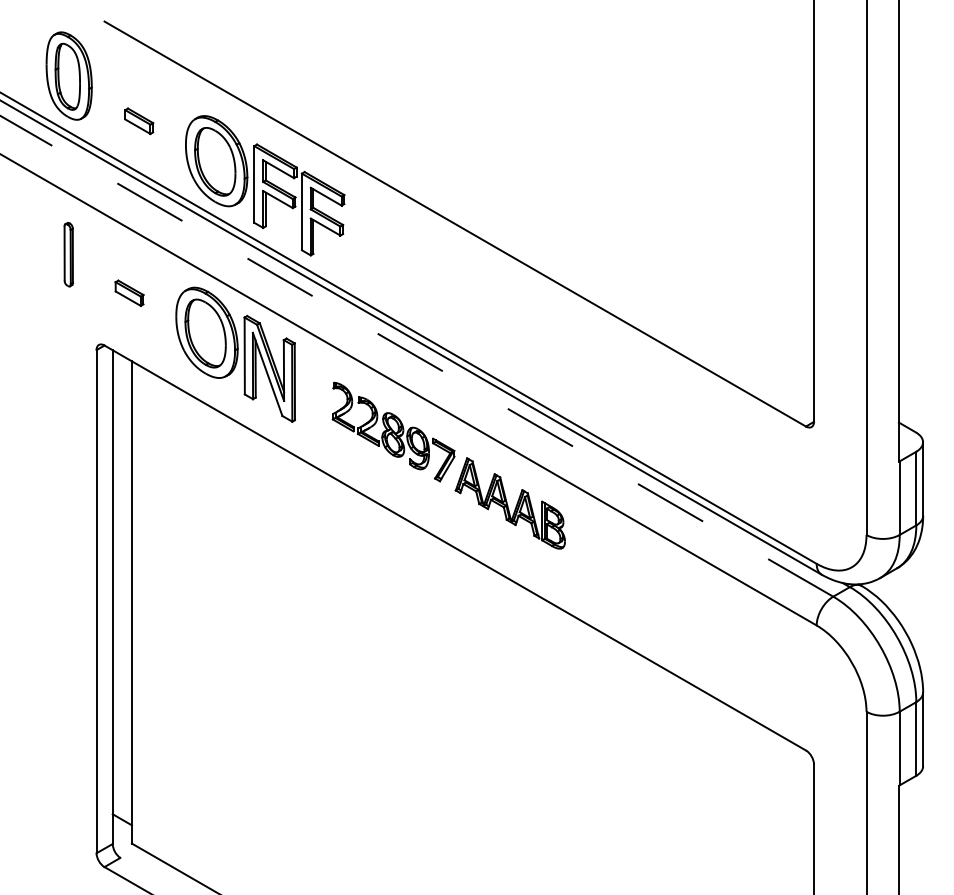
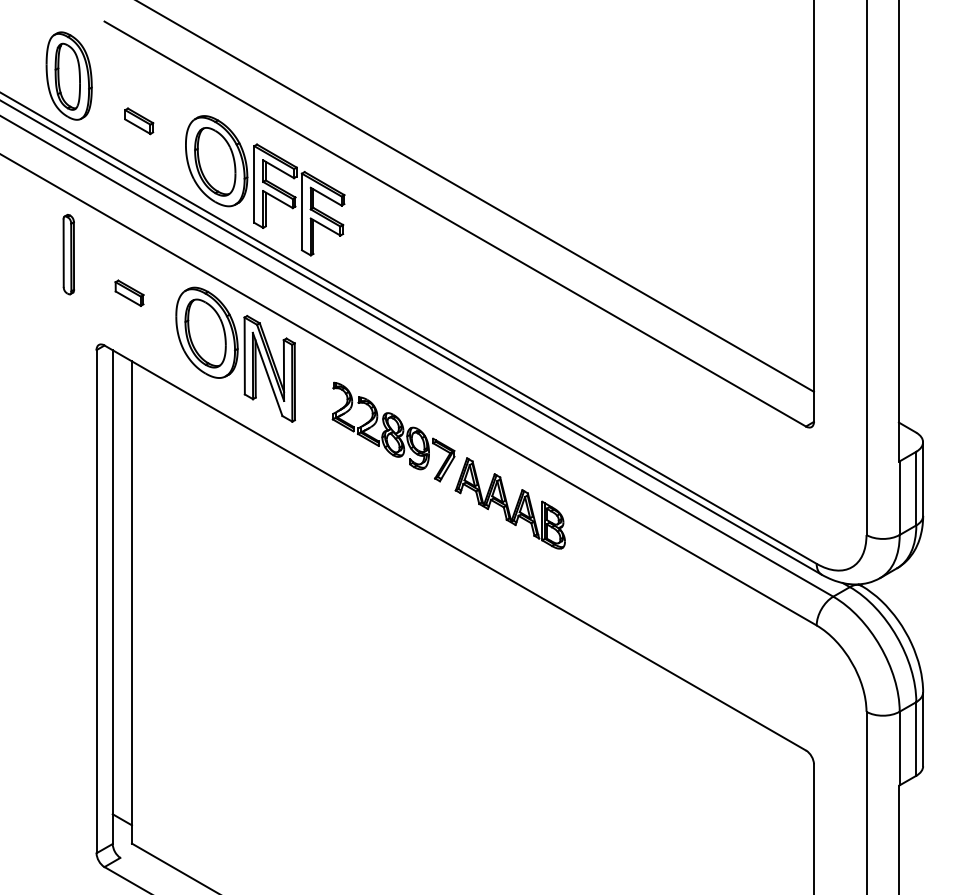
line at (475, 196): none -> present
part at (68, 254) size: 11x66 px -> 13x82 px
line at (417, 356): dashed -> solid
